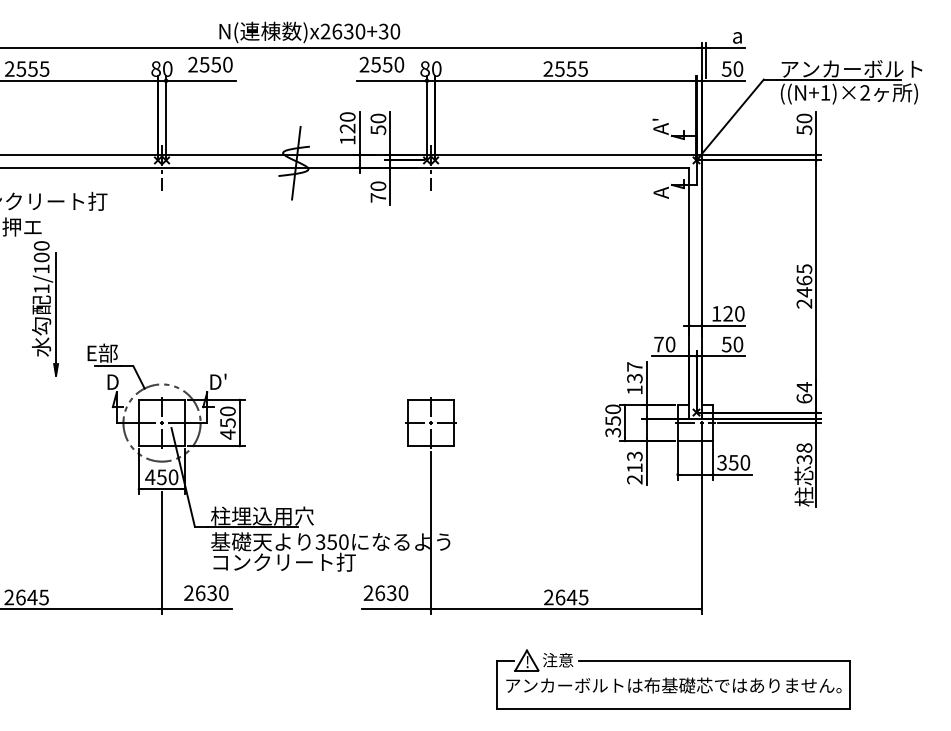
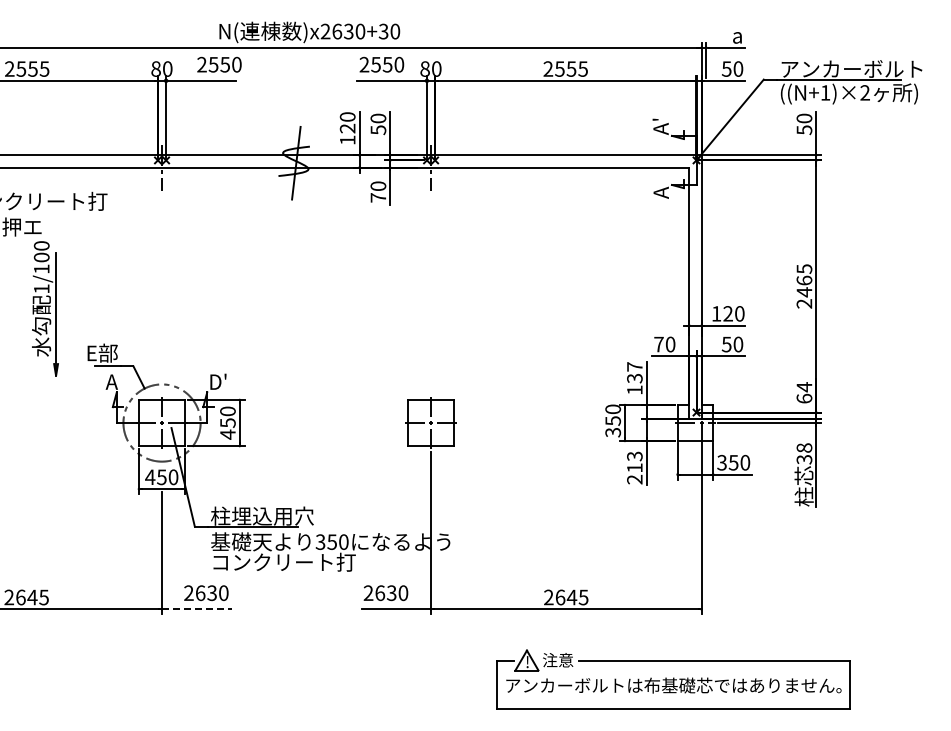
text at (210, 64) position: (210, 64) -> (219, 64)
text at (111, 381): D -> A
line at (196, 609): solid -> dashed
